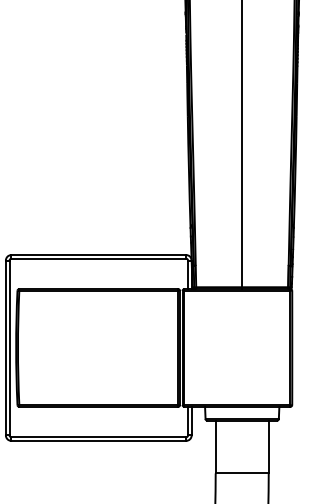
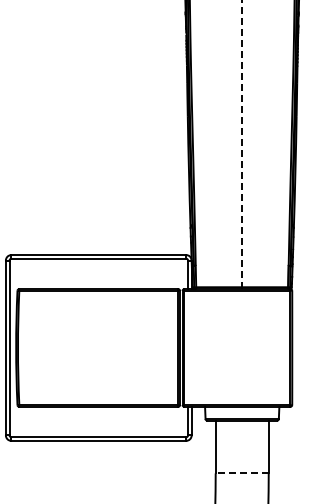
line at (242, 144): solid -> dashed
line at (242, 473): solid -> dashed
